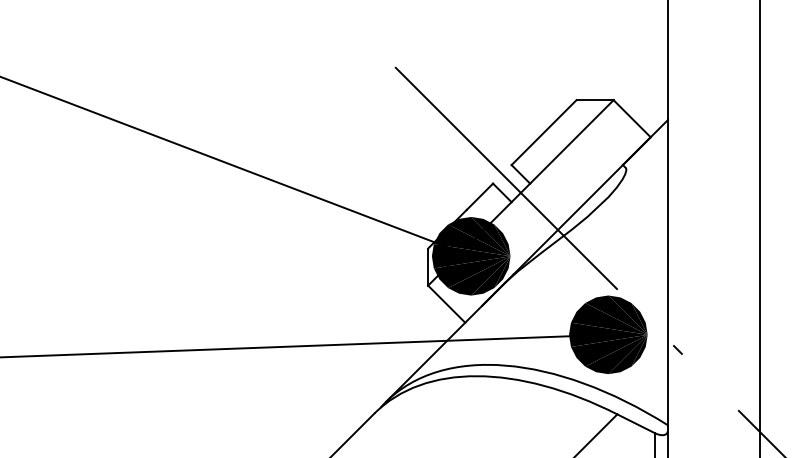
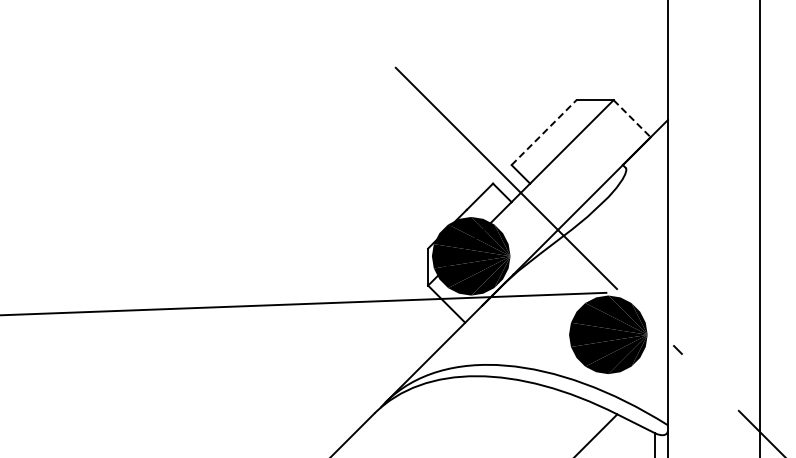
line at (632, 119): solid -> dashed
line at (544, 132): solid -> dashed
line at (236, 166): present -> none
line at (305, 345) position: (305, 345) -> (304, 303)
